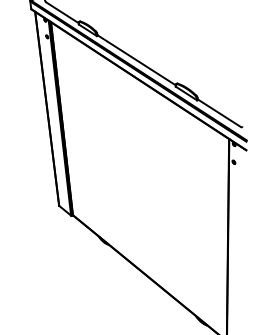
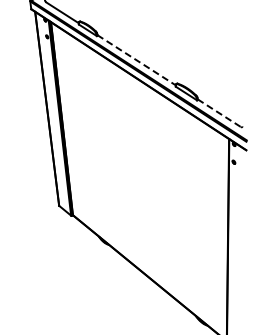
line at (136, 60): solid -> dashed
line at (219, 113): solid -> dashed
